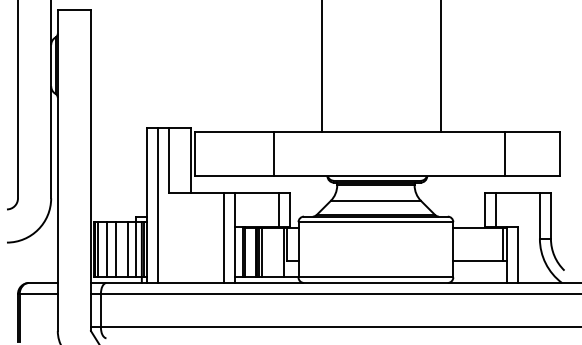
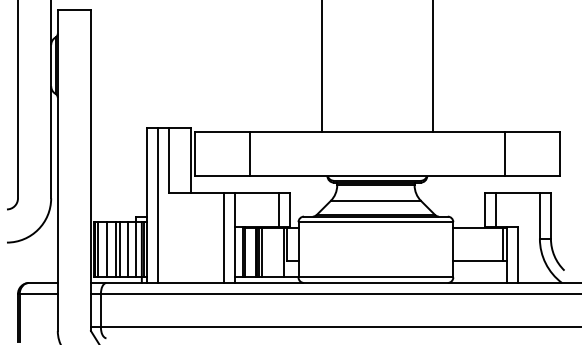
line at (440, 67) position: (440, 67) -> (432, 67)
line at (274, 154) position: (274, 154) -> (250, 154)
line at (119, 249): none -> present
